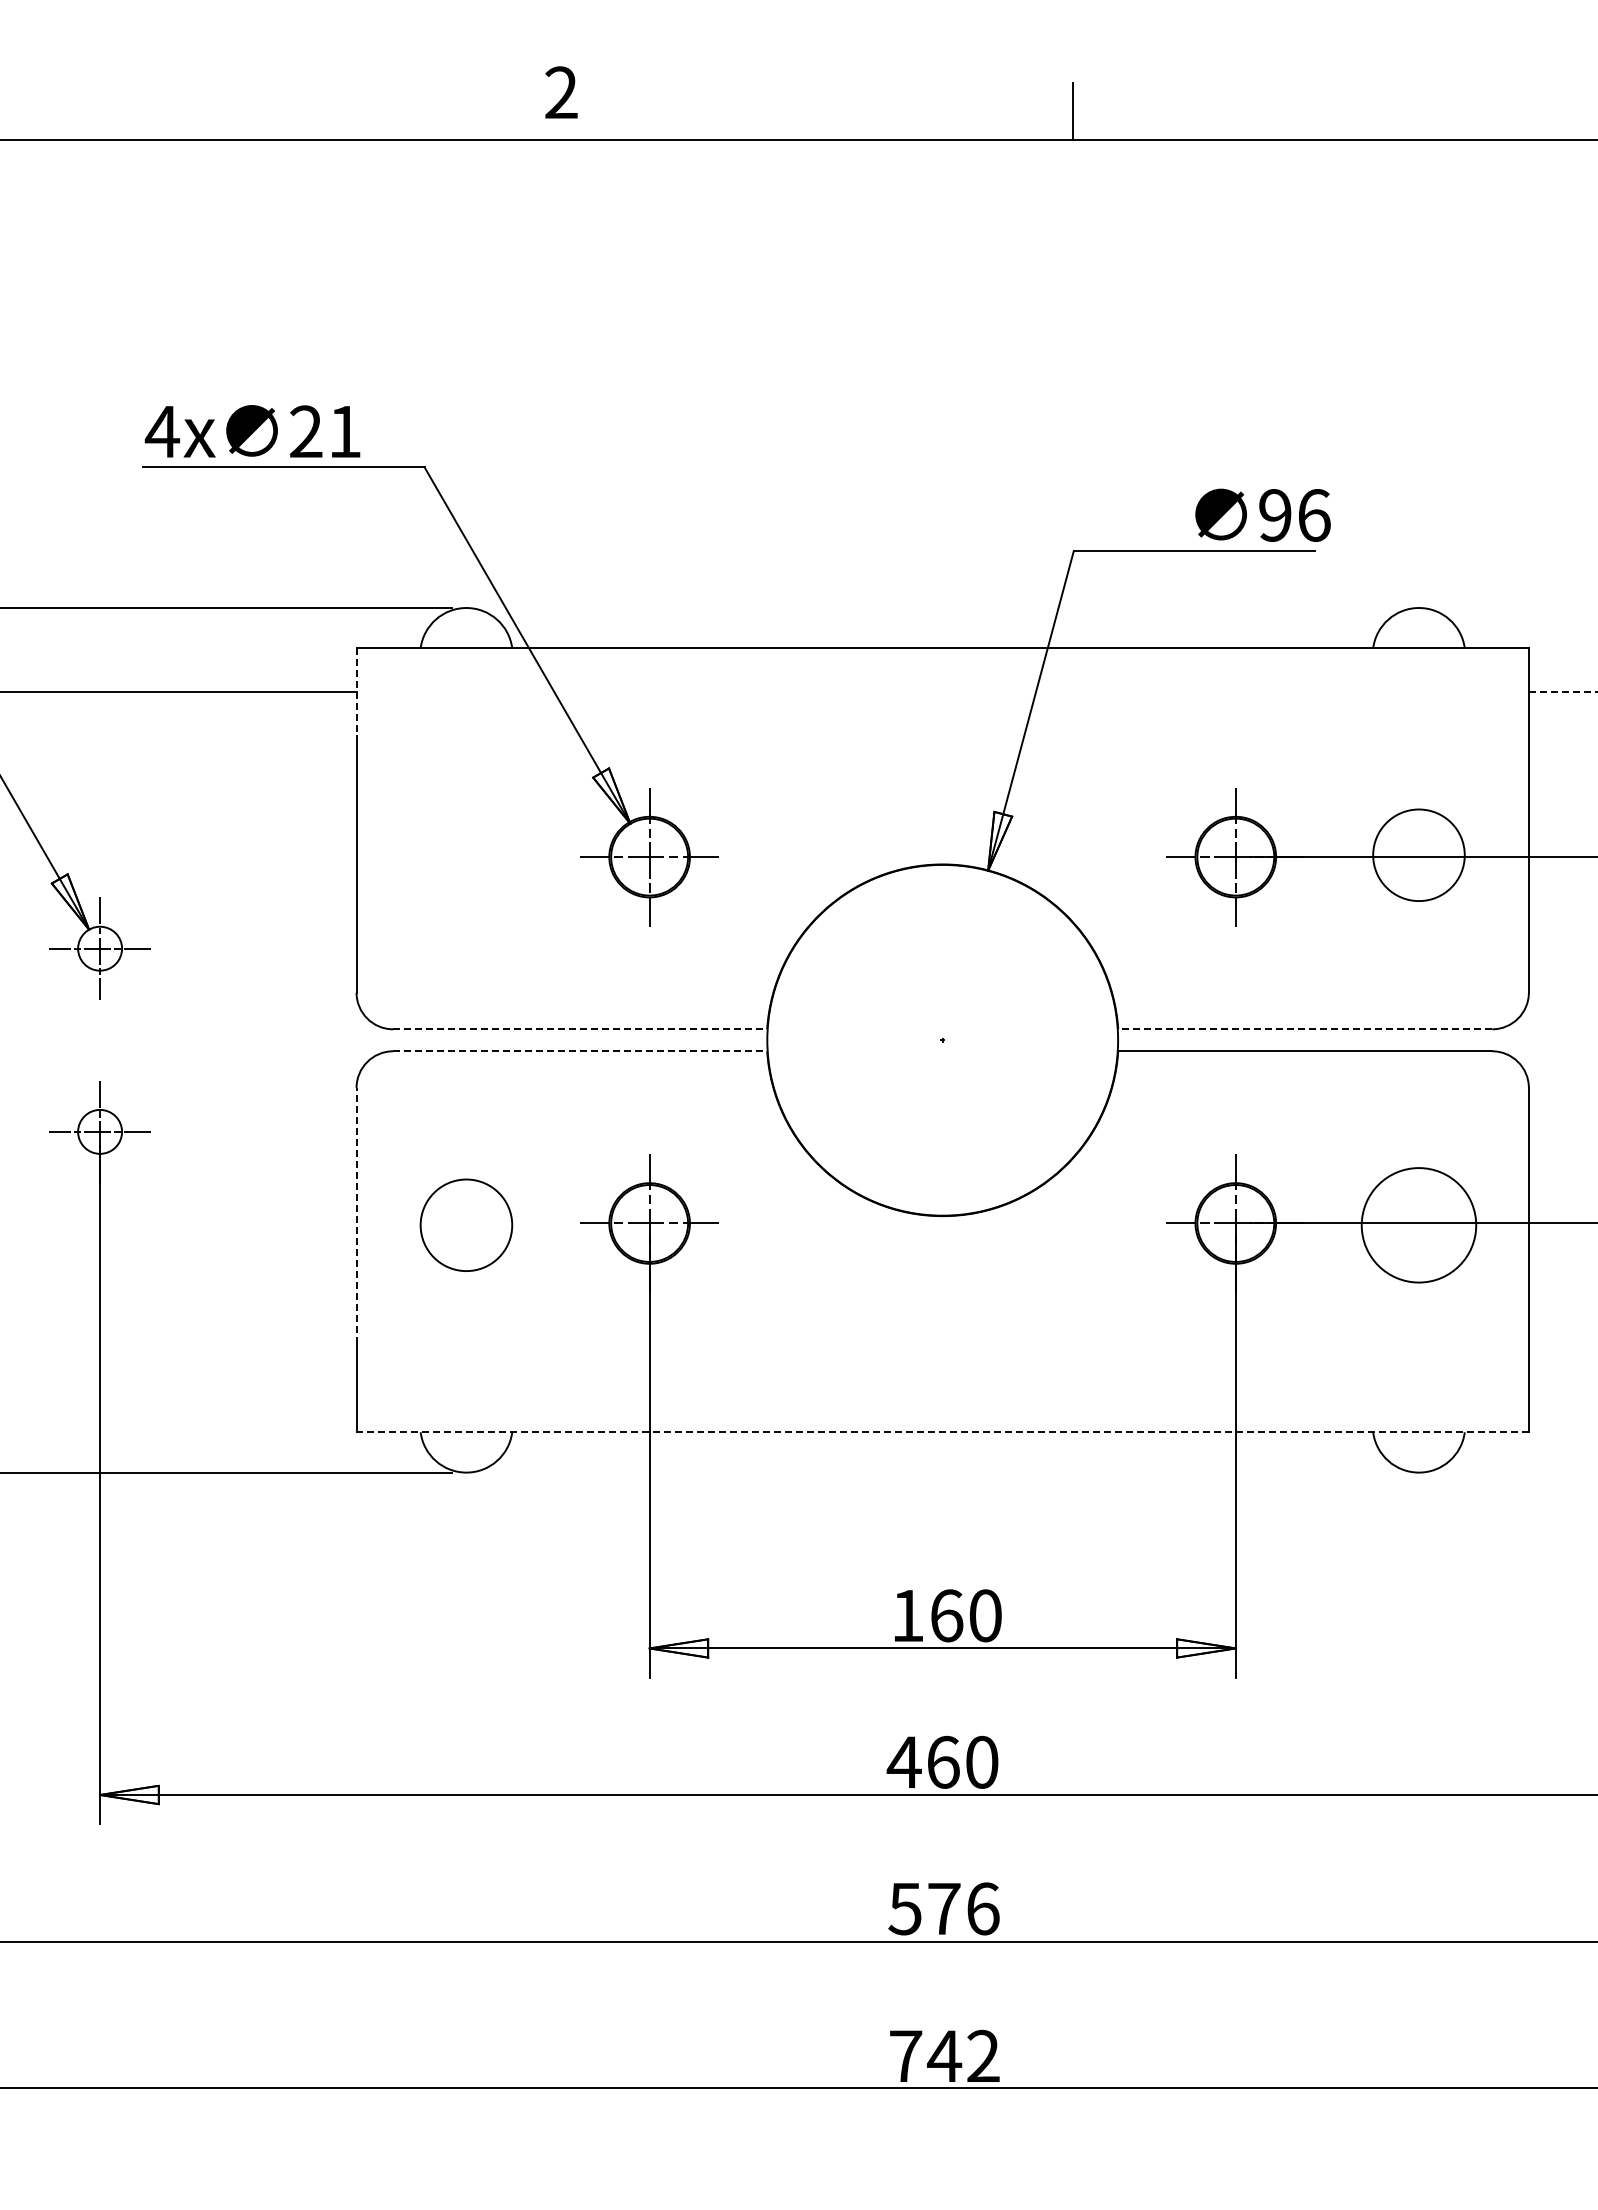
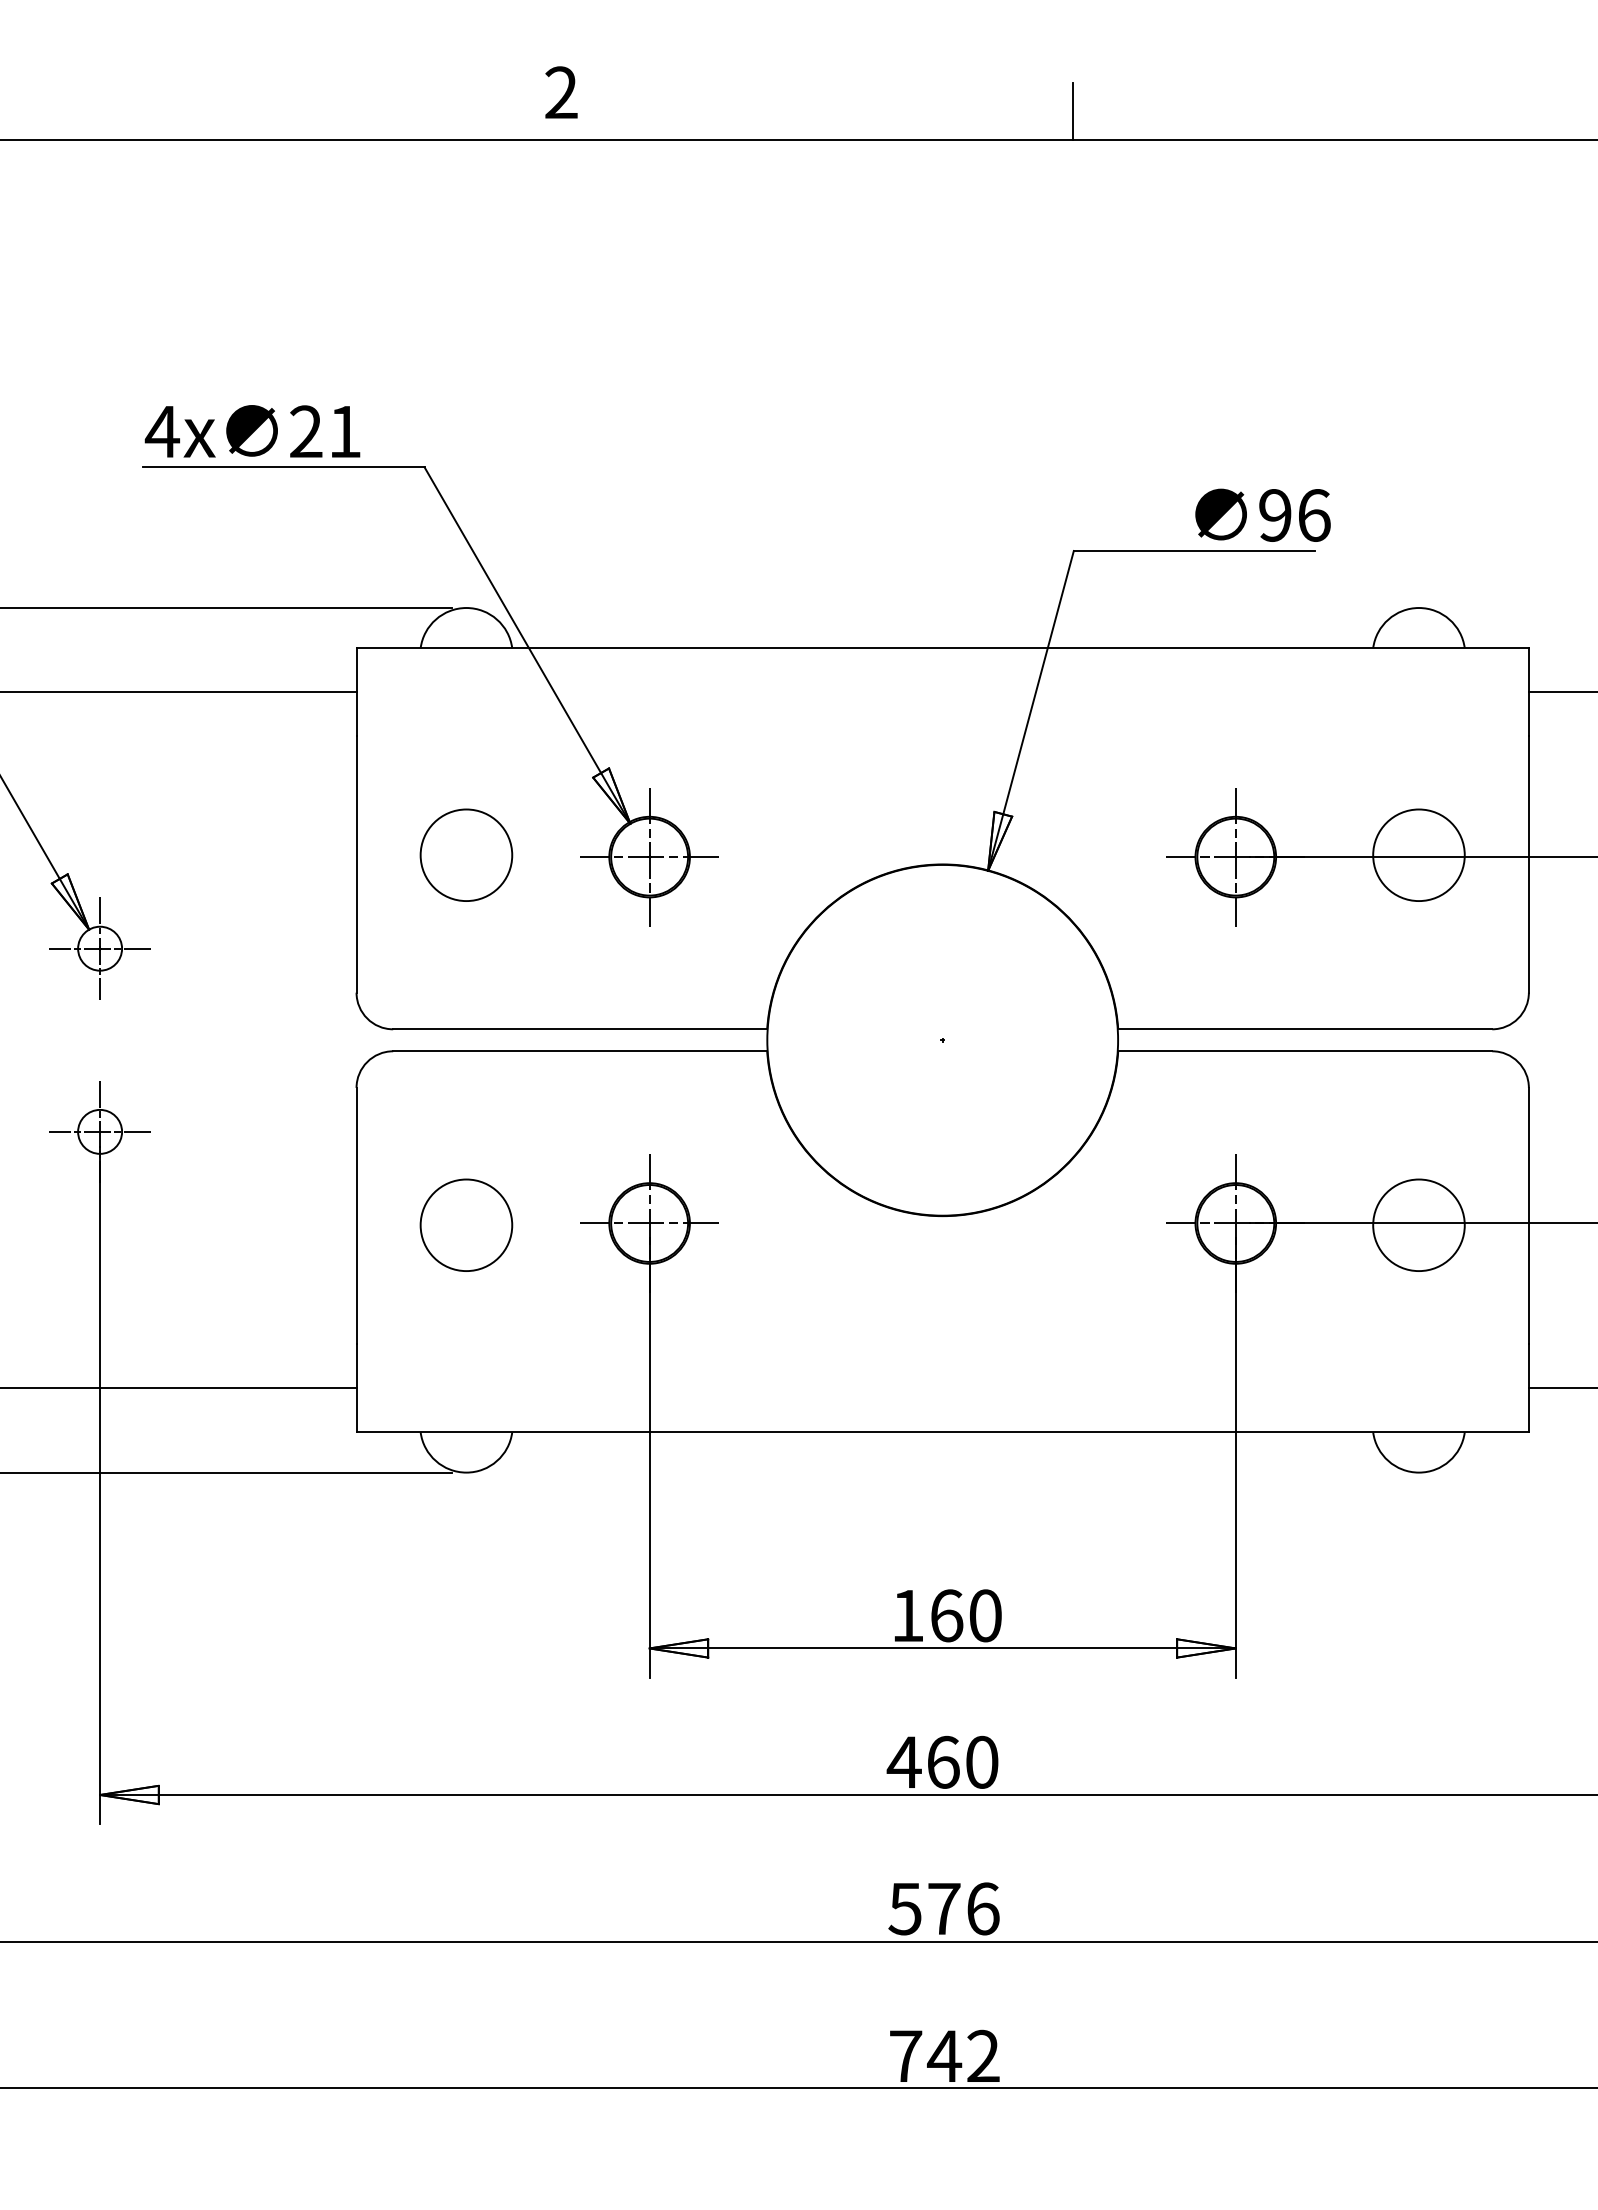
line at (356, 692): dashed -> solid
line at (1563, 692): dashed -> solid
circle at (466, 854): none -> present
line at (580, 1029): dashed -> solid
line at (1304, 1029): dashed -> solid
line at (580, 1051): dashed -> solid
line at (356, 1215): dashed -> solid
circle at (1418, 1225) diameter: 114 px -> 92 px
line at (179, 1388): none -> present
line at (1561, 1388): none -> present
line at (942, 1432): dashed -> solid
